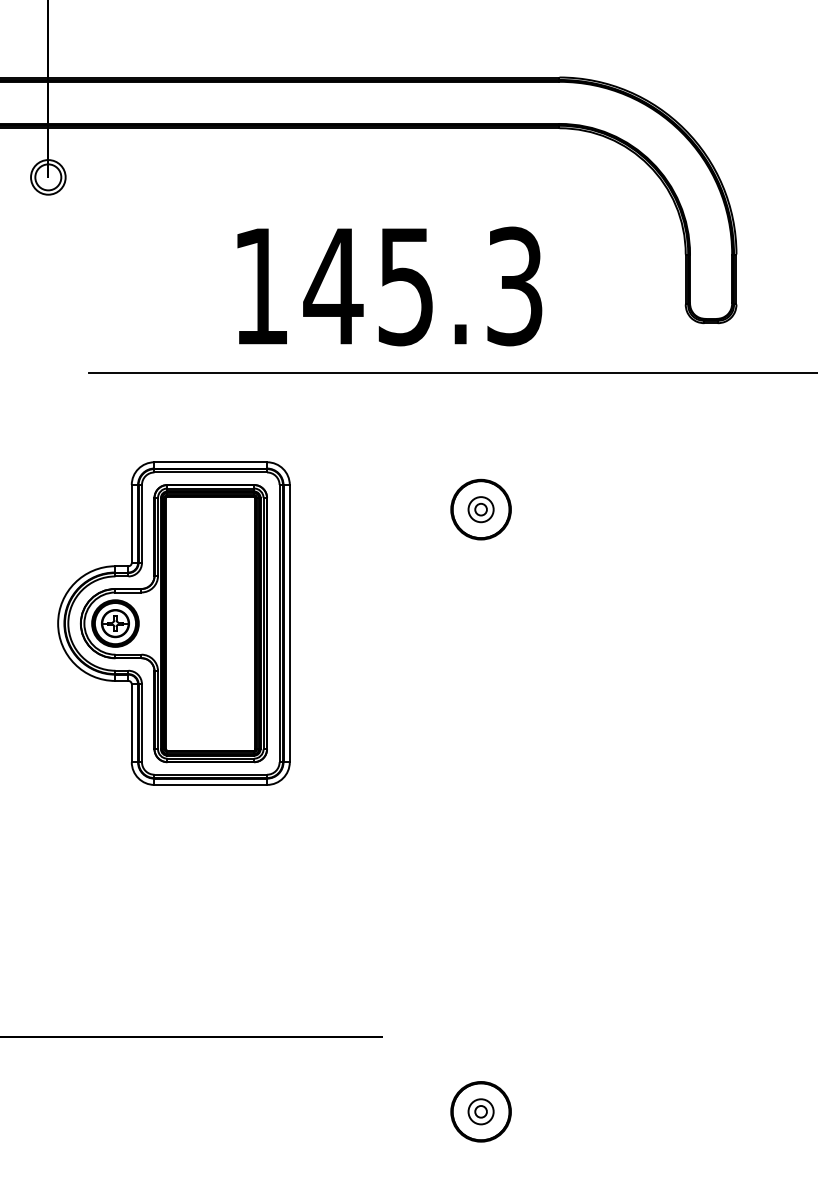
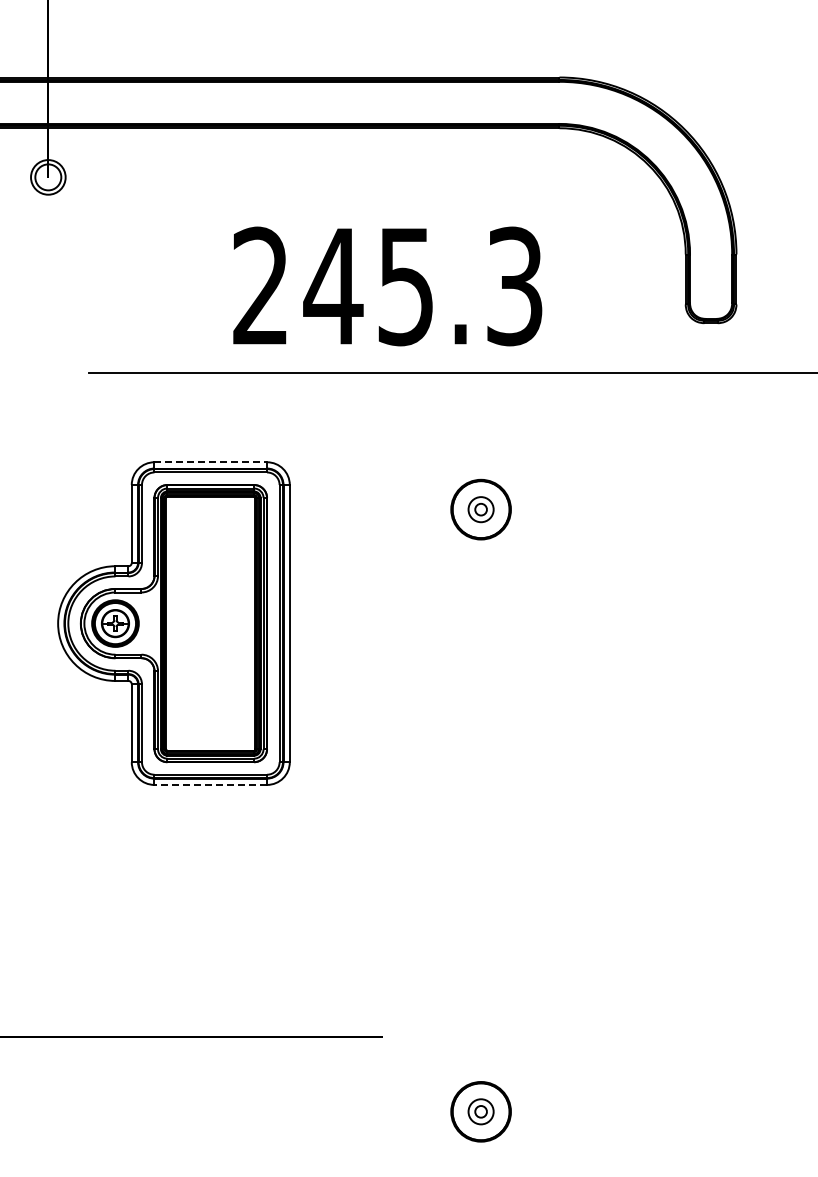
text at (259, 285): 145.3 -> 245.3
line at (211, 462): solid -> dashed
line at (210, 784): solid -> dashed
